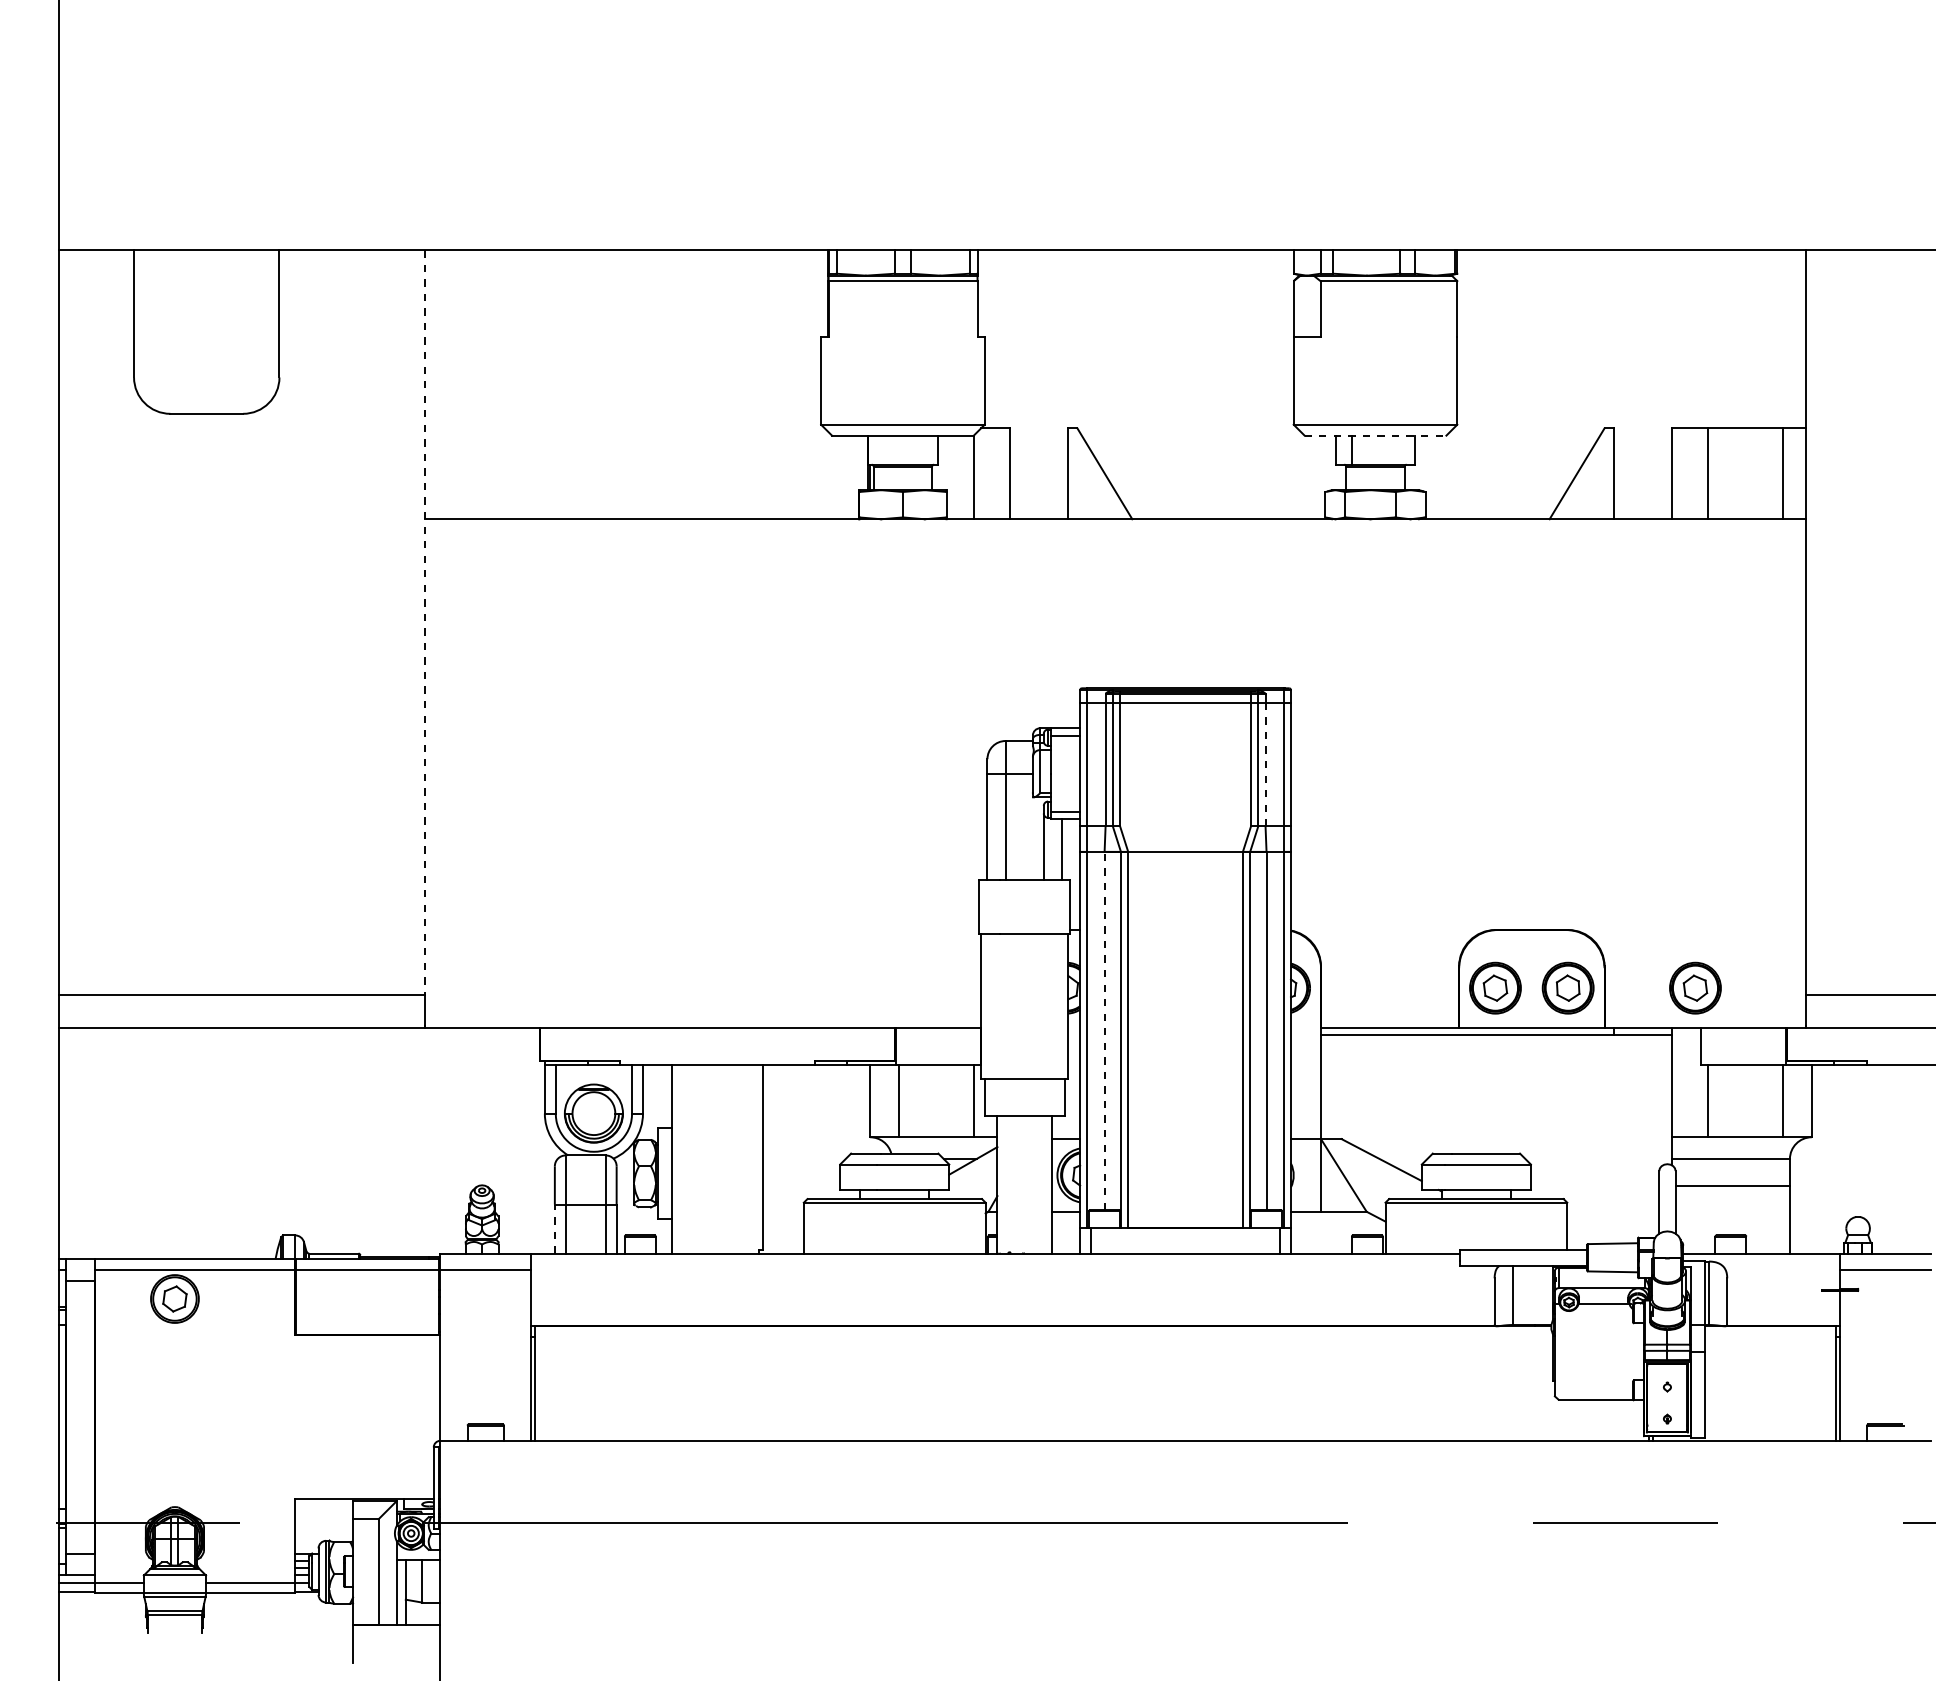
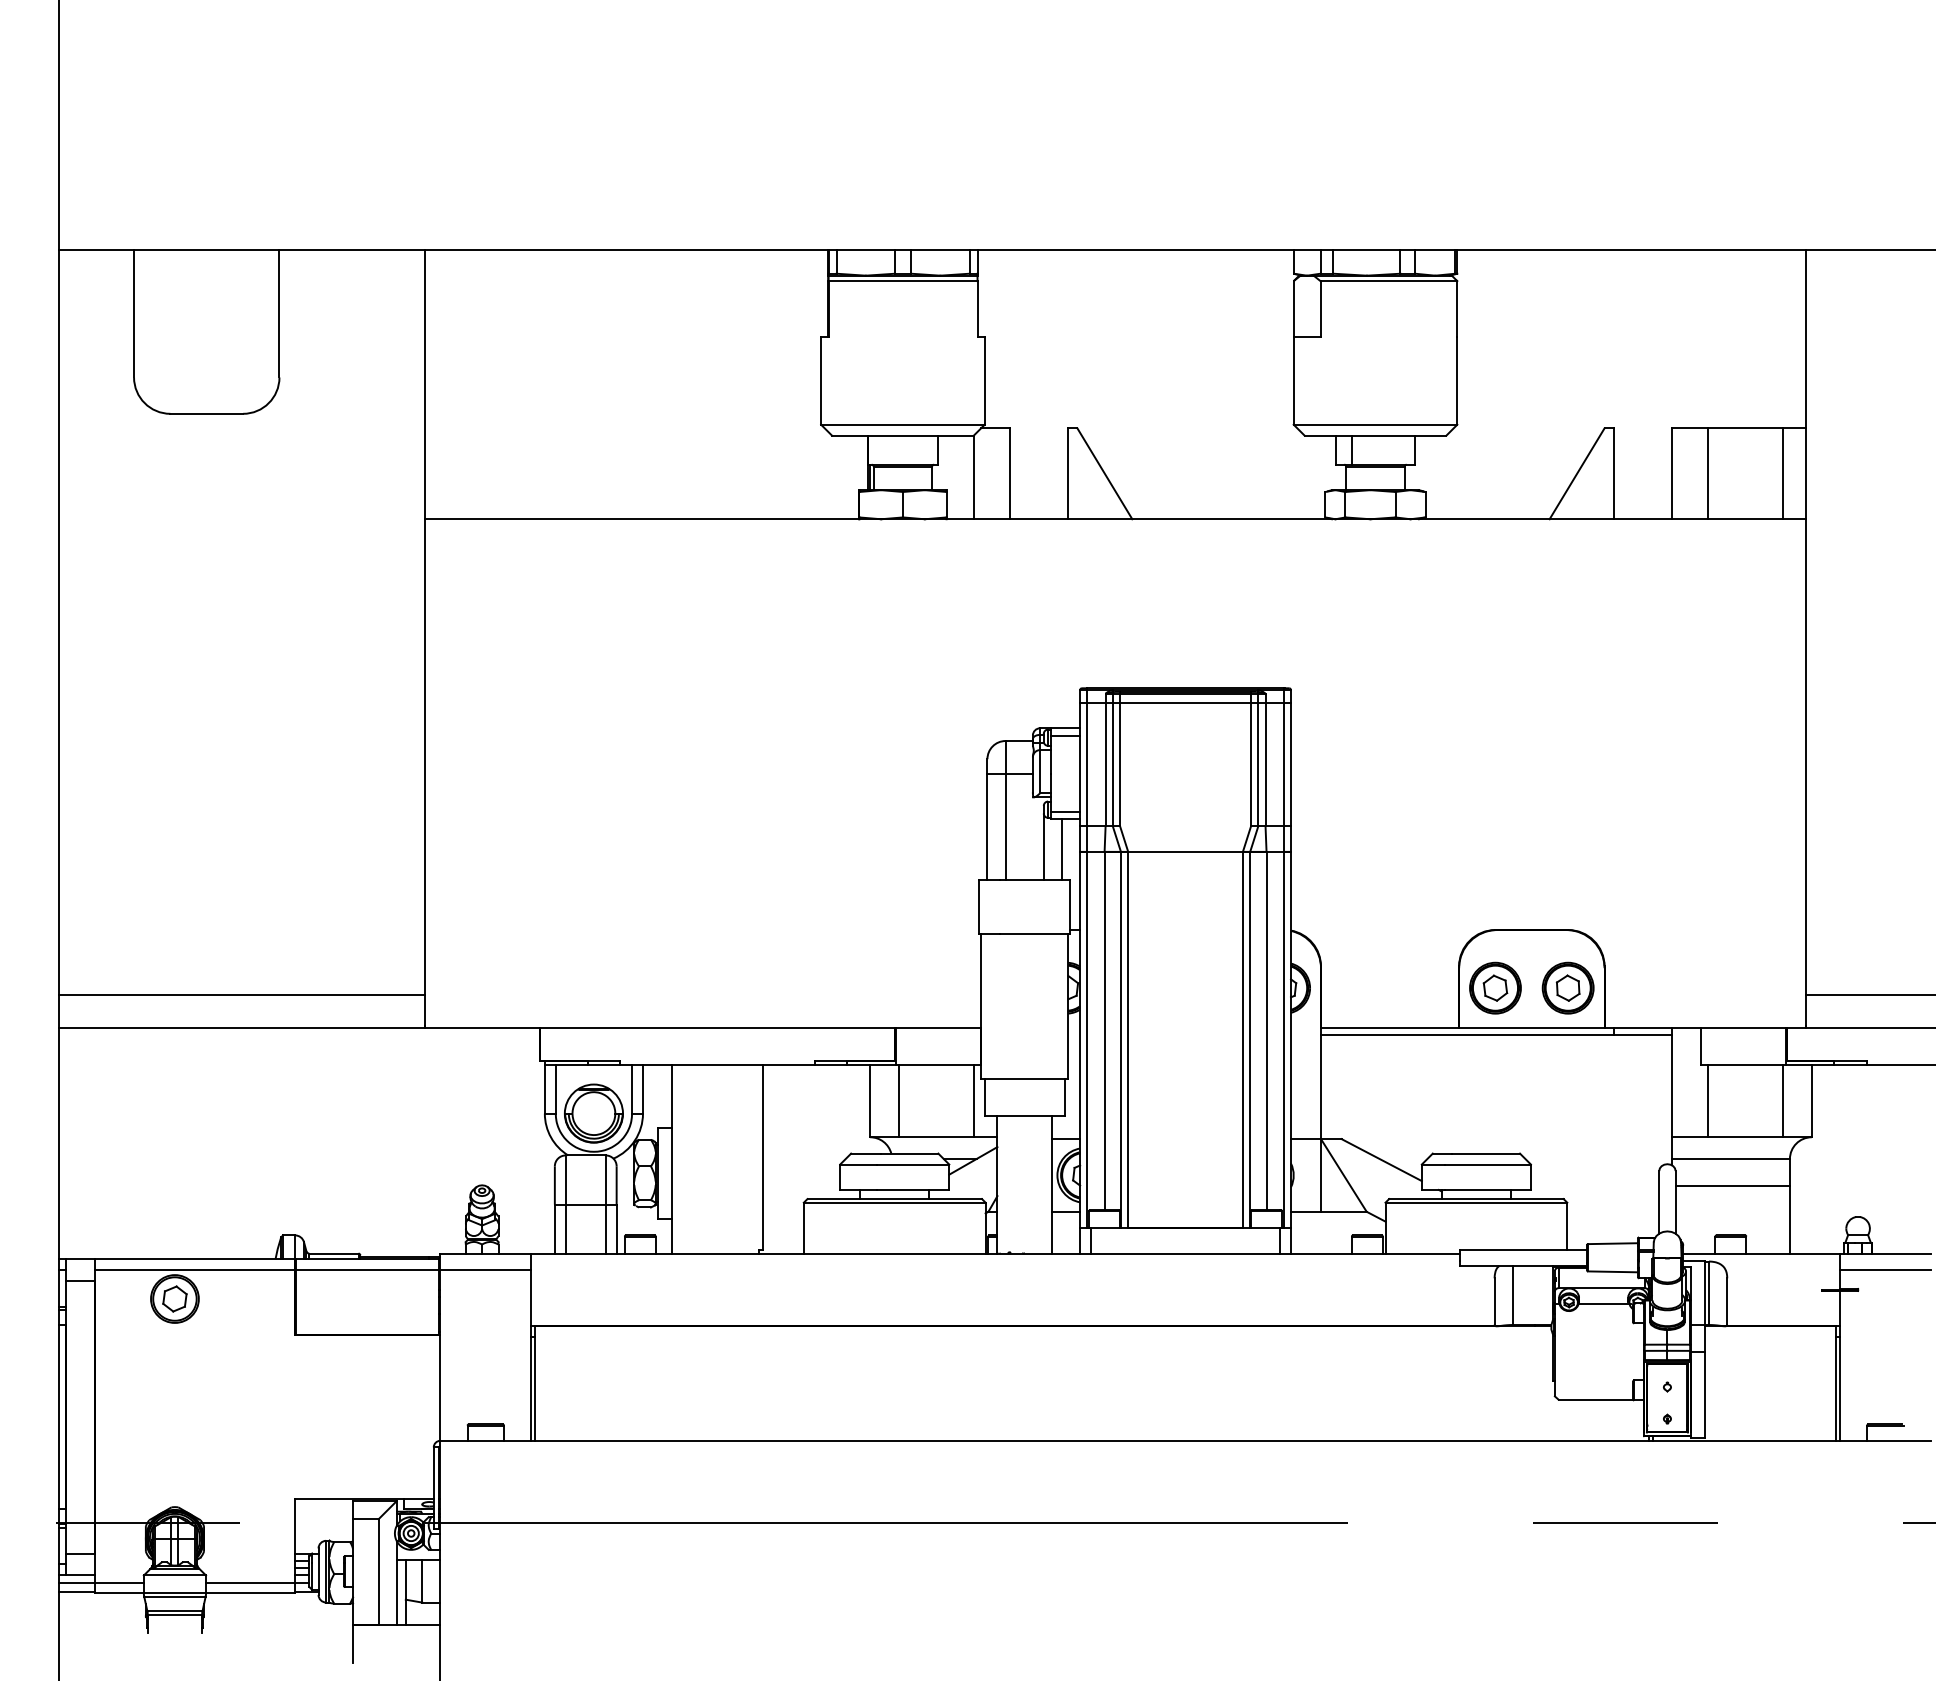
line at (1375, 435): dashed -> solid
line at (424, 622): dashed -> solid
line at (1265, 764): dashed -> solid
part at (1695, 987): present -> none
line at (1104, 1030): dashed -> solid
line at (554, 1229): dashed -> solid
